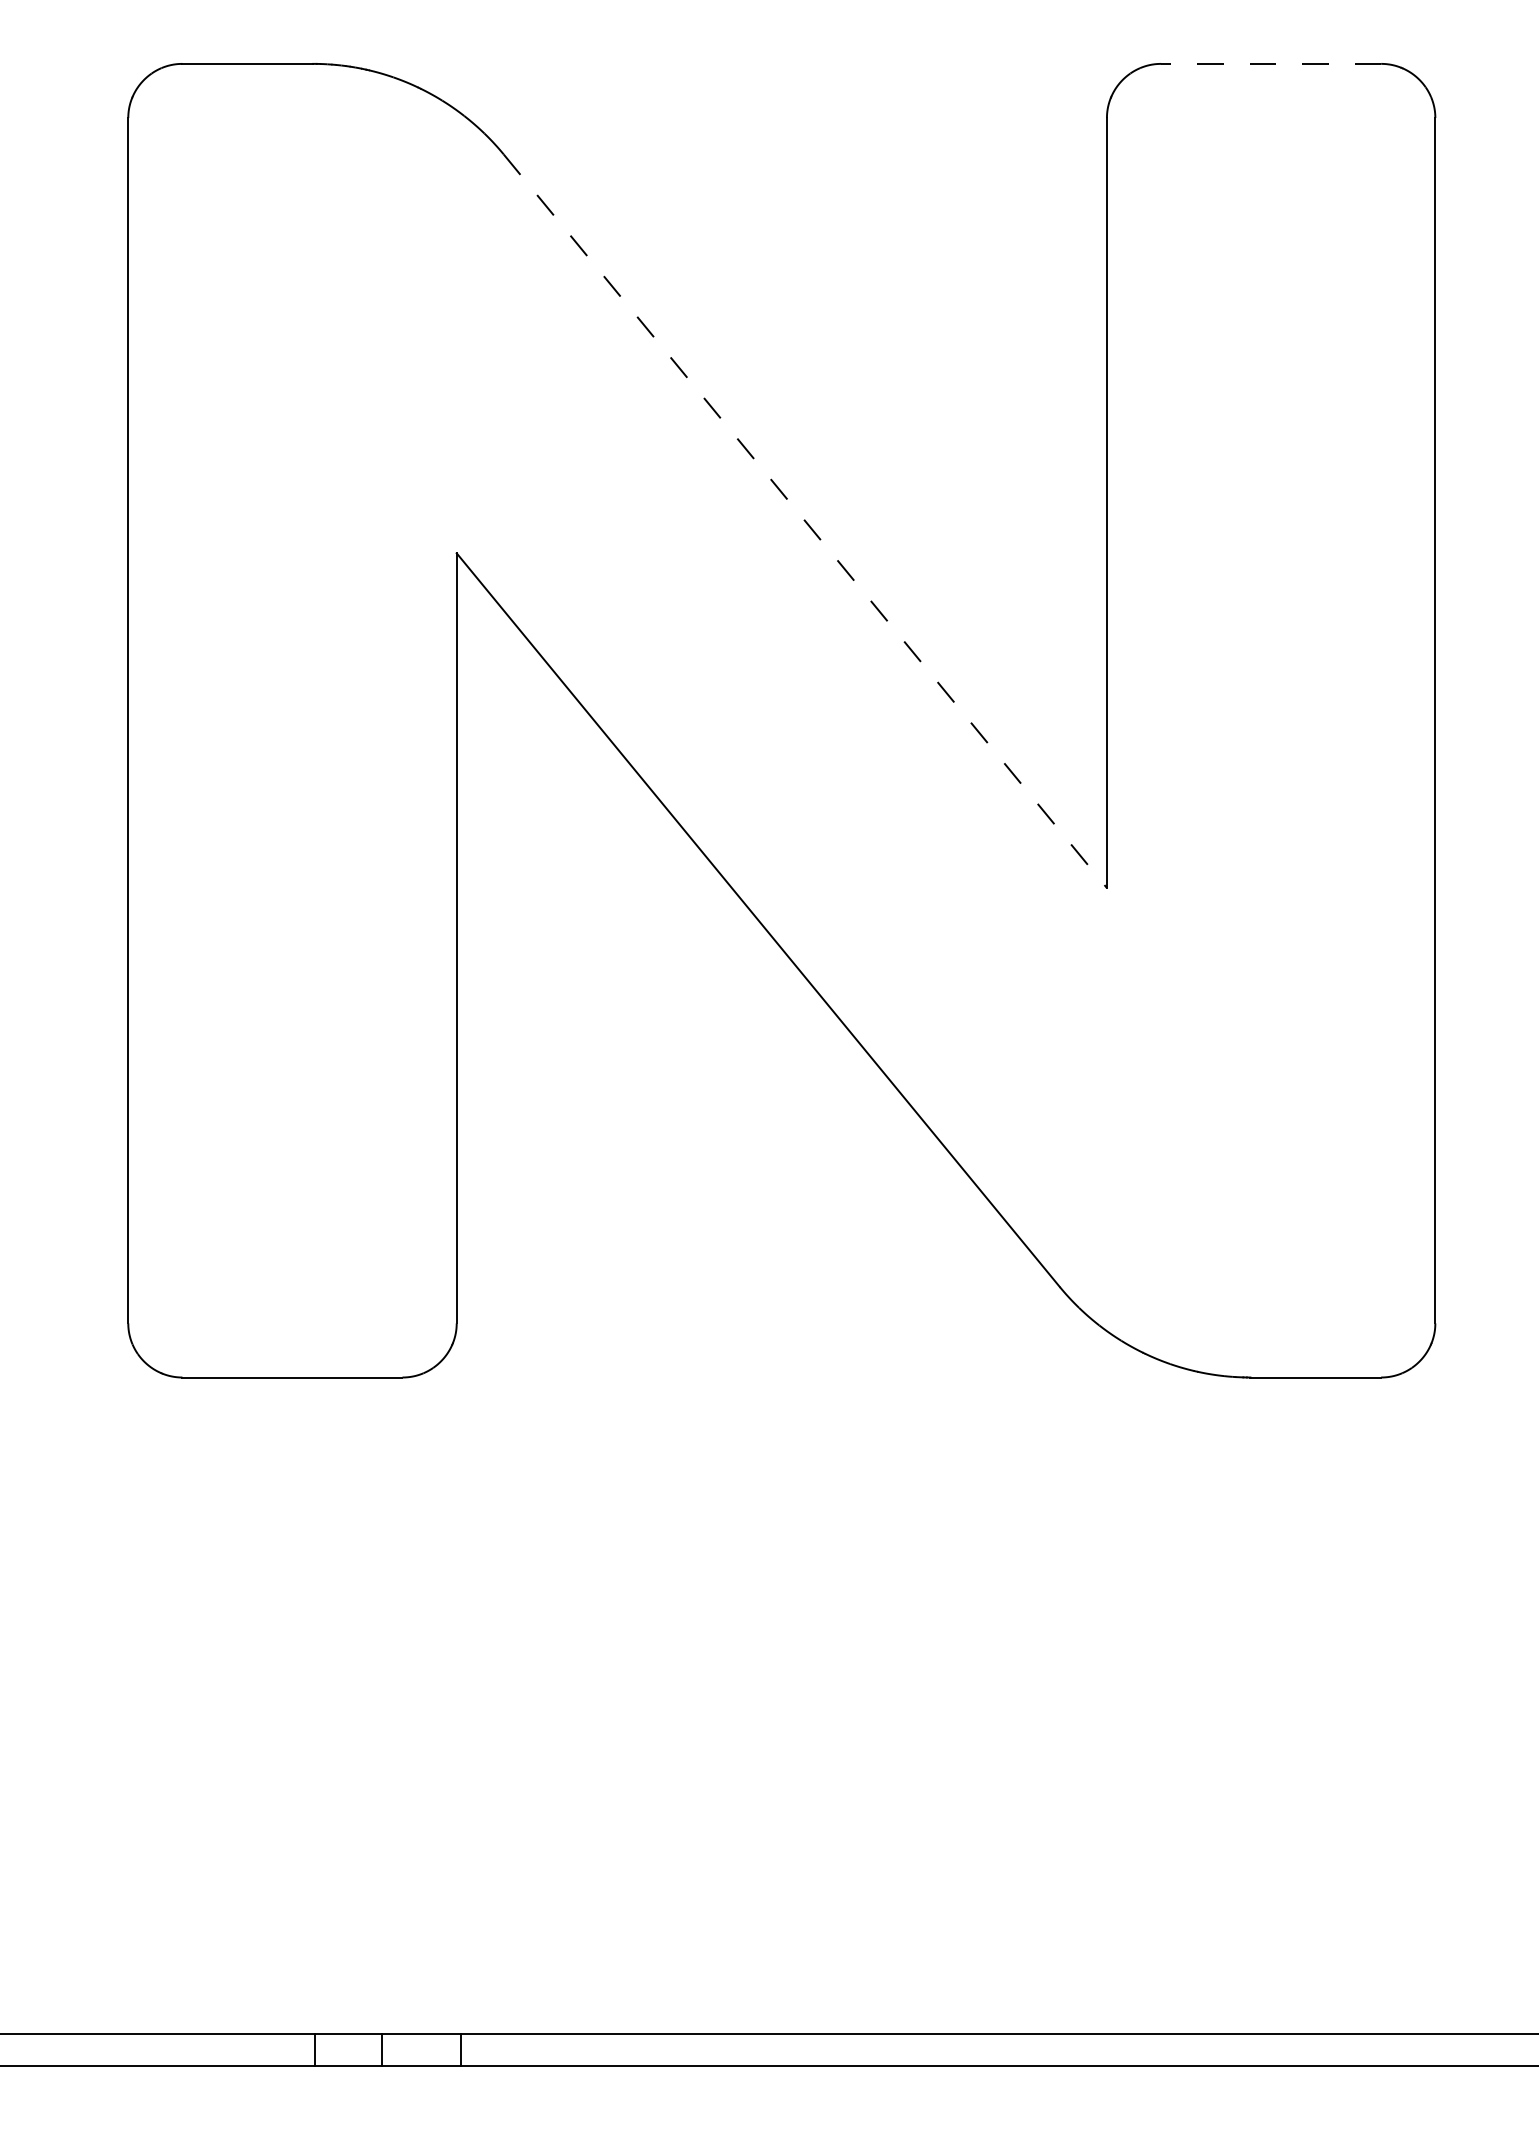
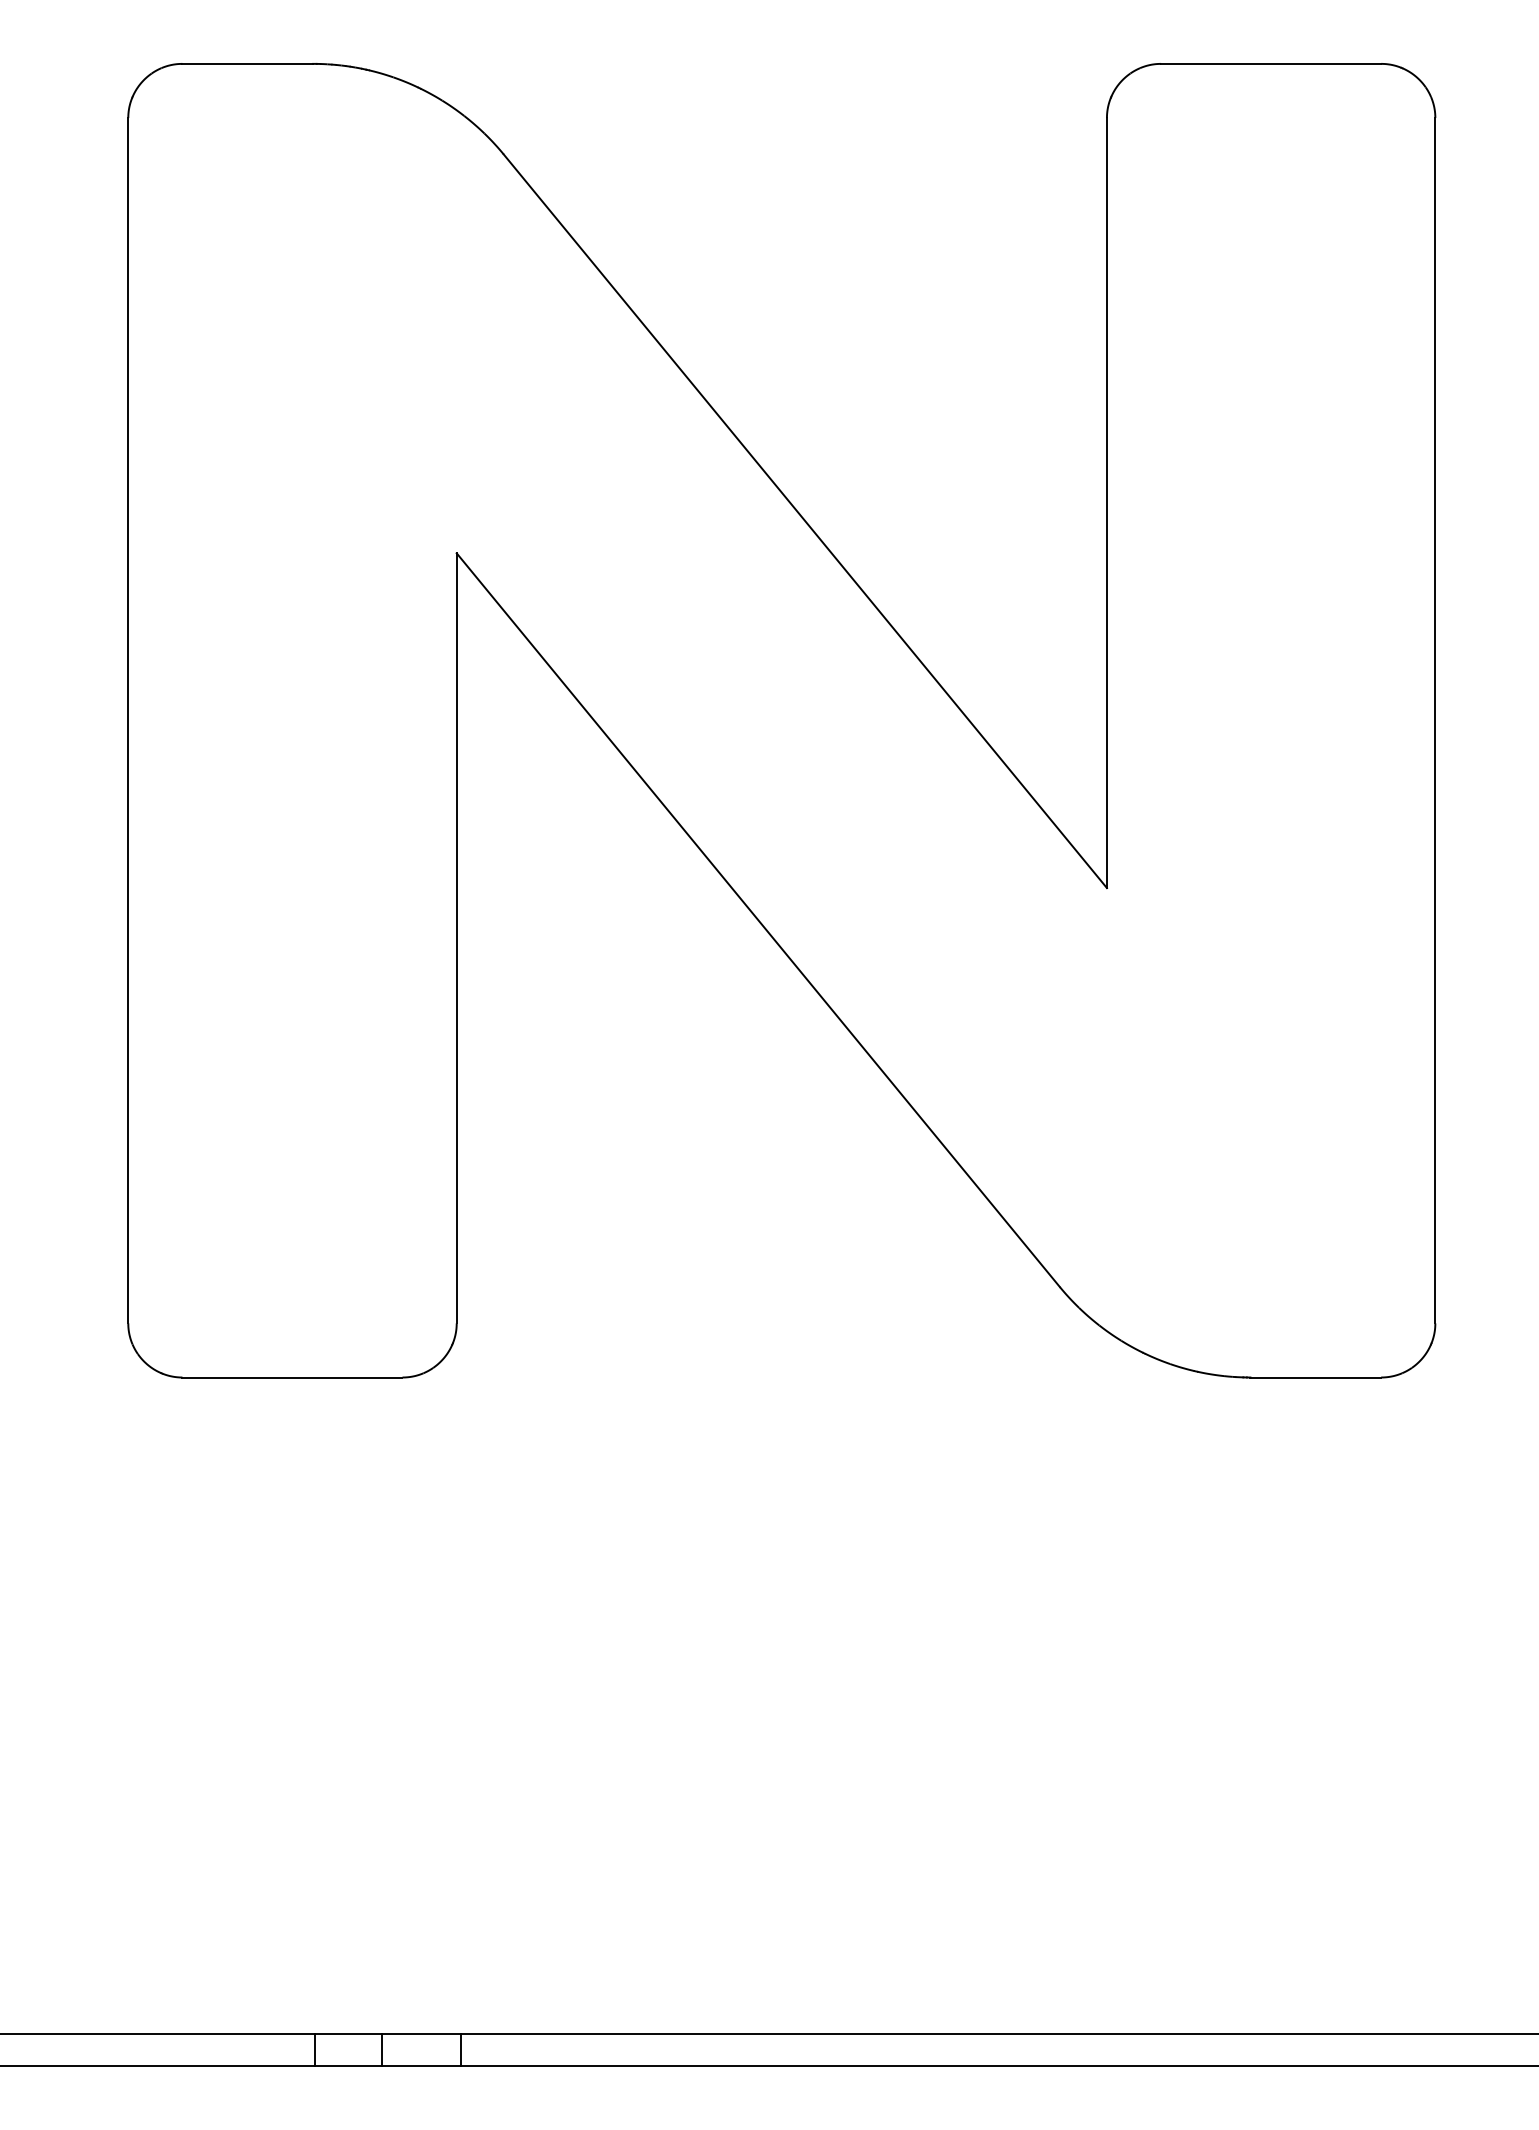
line at (1270, 63): dashed -> solid
line at (805, 521): dashed -> solid
